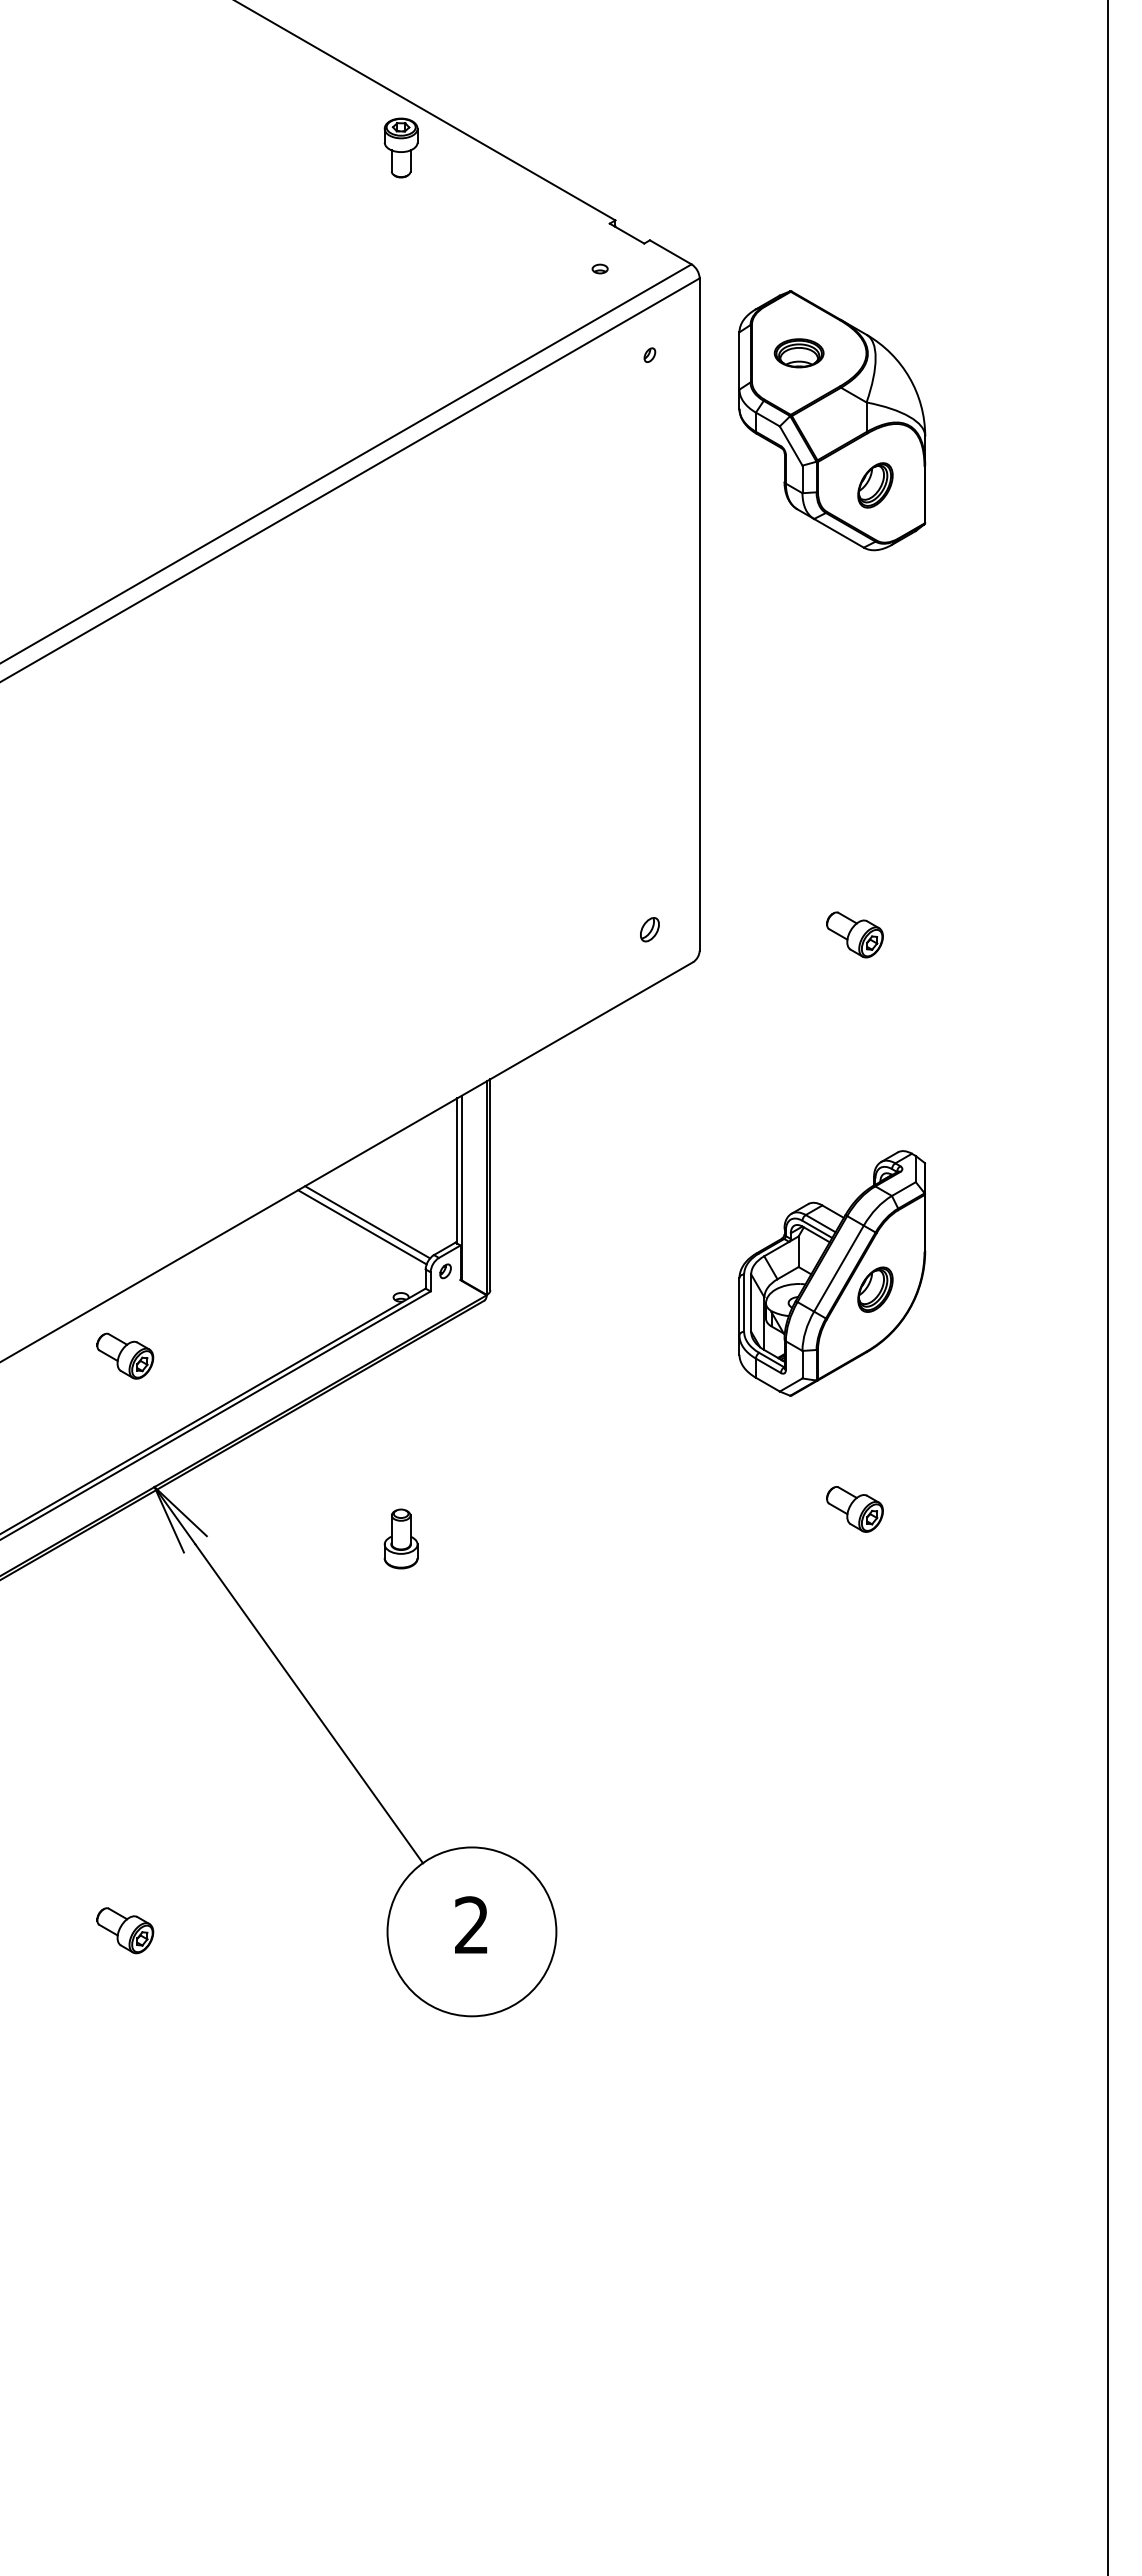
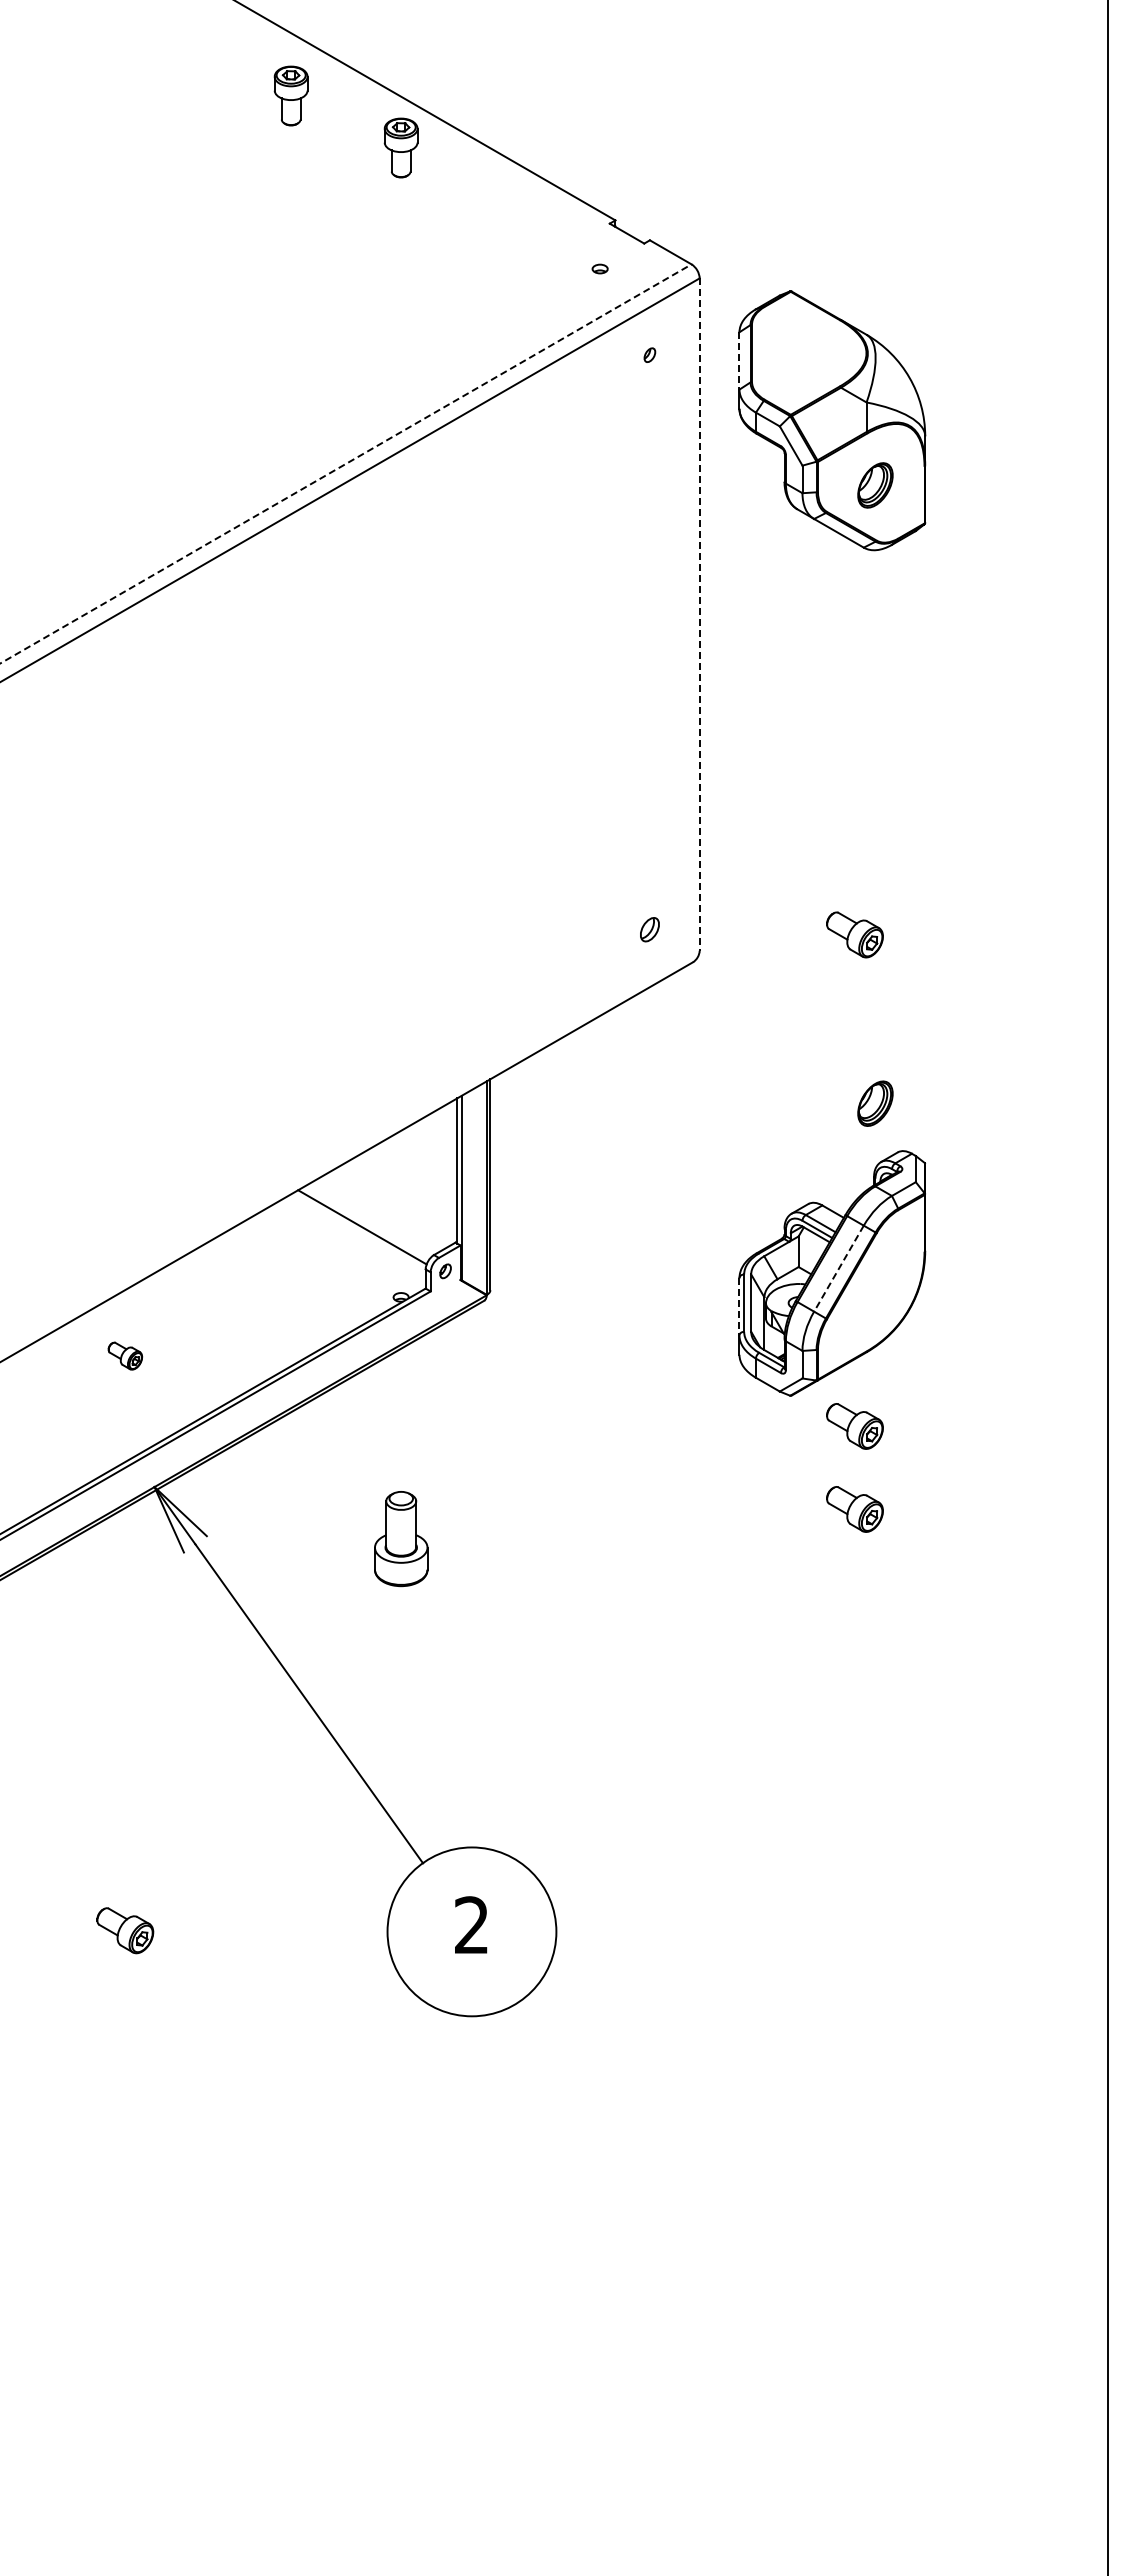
part at (290, 95): none -> present
part at (798, 353): present -> none
line at (739, 360): solid -> dashed
line at (346, 463): solid -> dashed
line at (699, 615): solid -> dashed
line at (367, 1222): present -> none
line at (838, 1268): solid -> dashed
part at (875, 1289) position: (875, 1289) -> (875, 1103)
line at (739, 1306): solid -> dashed
part at (125, 1355) size: 59x48 px -> 37x30 px
part at (854, 1426): none -> present
part at (400, 1538) size: 36x62 px -> 55x97 px
